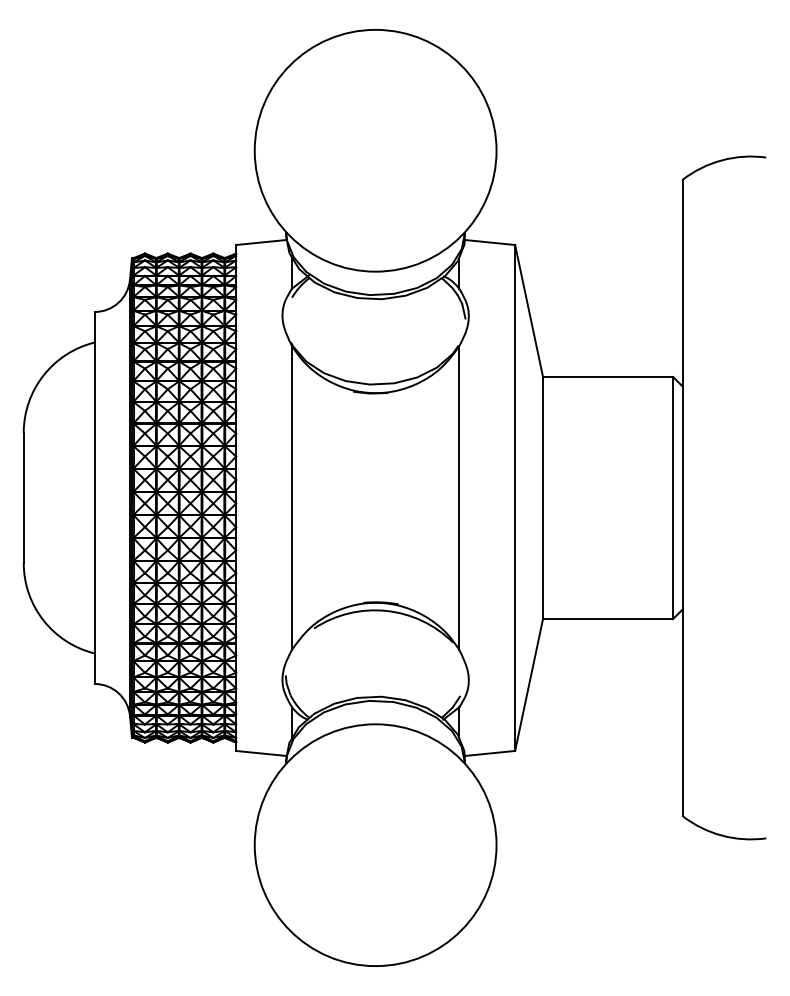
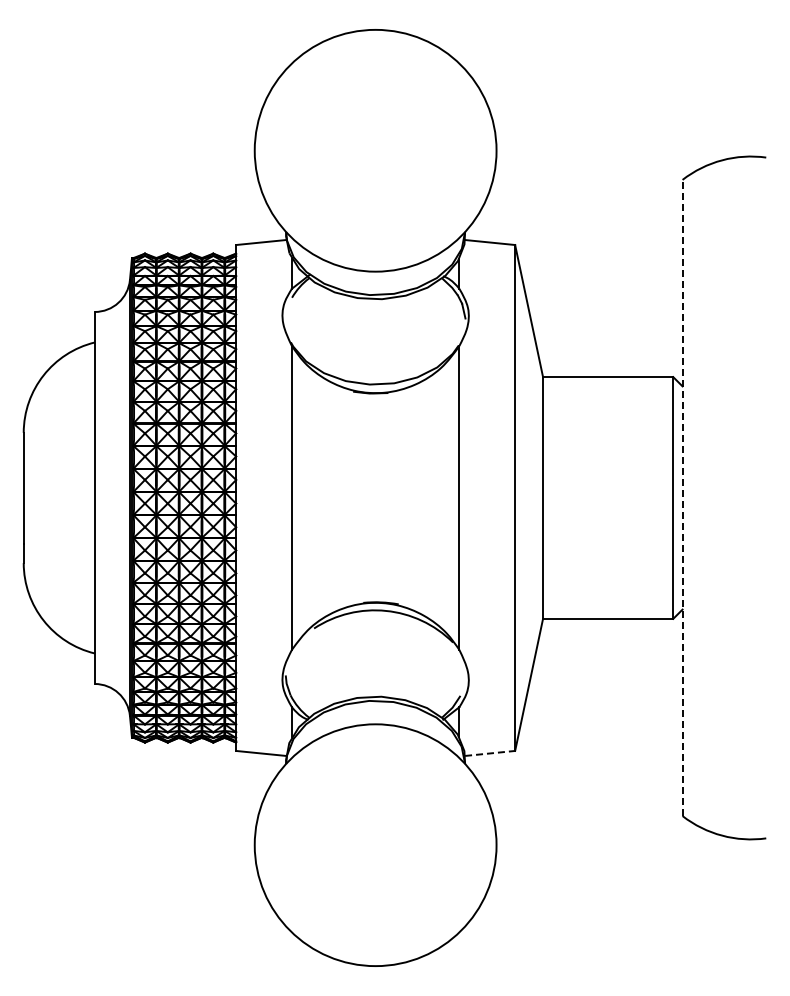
line at (682, 497): solid -> dashed
line at (490, 753): solid -> dashed
